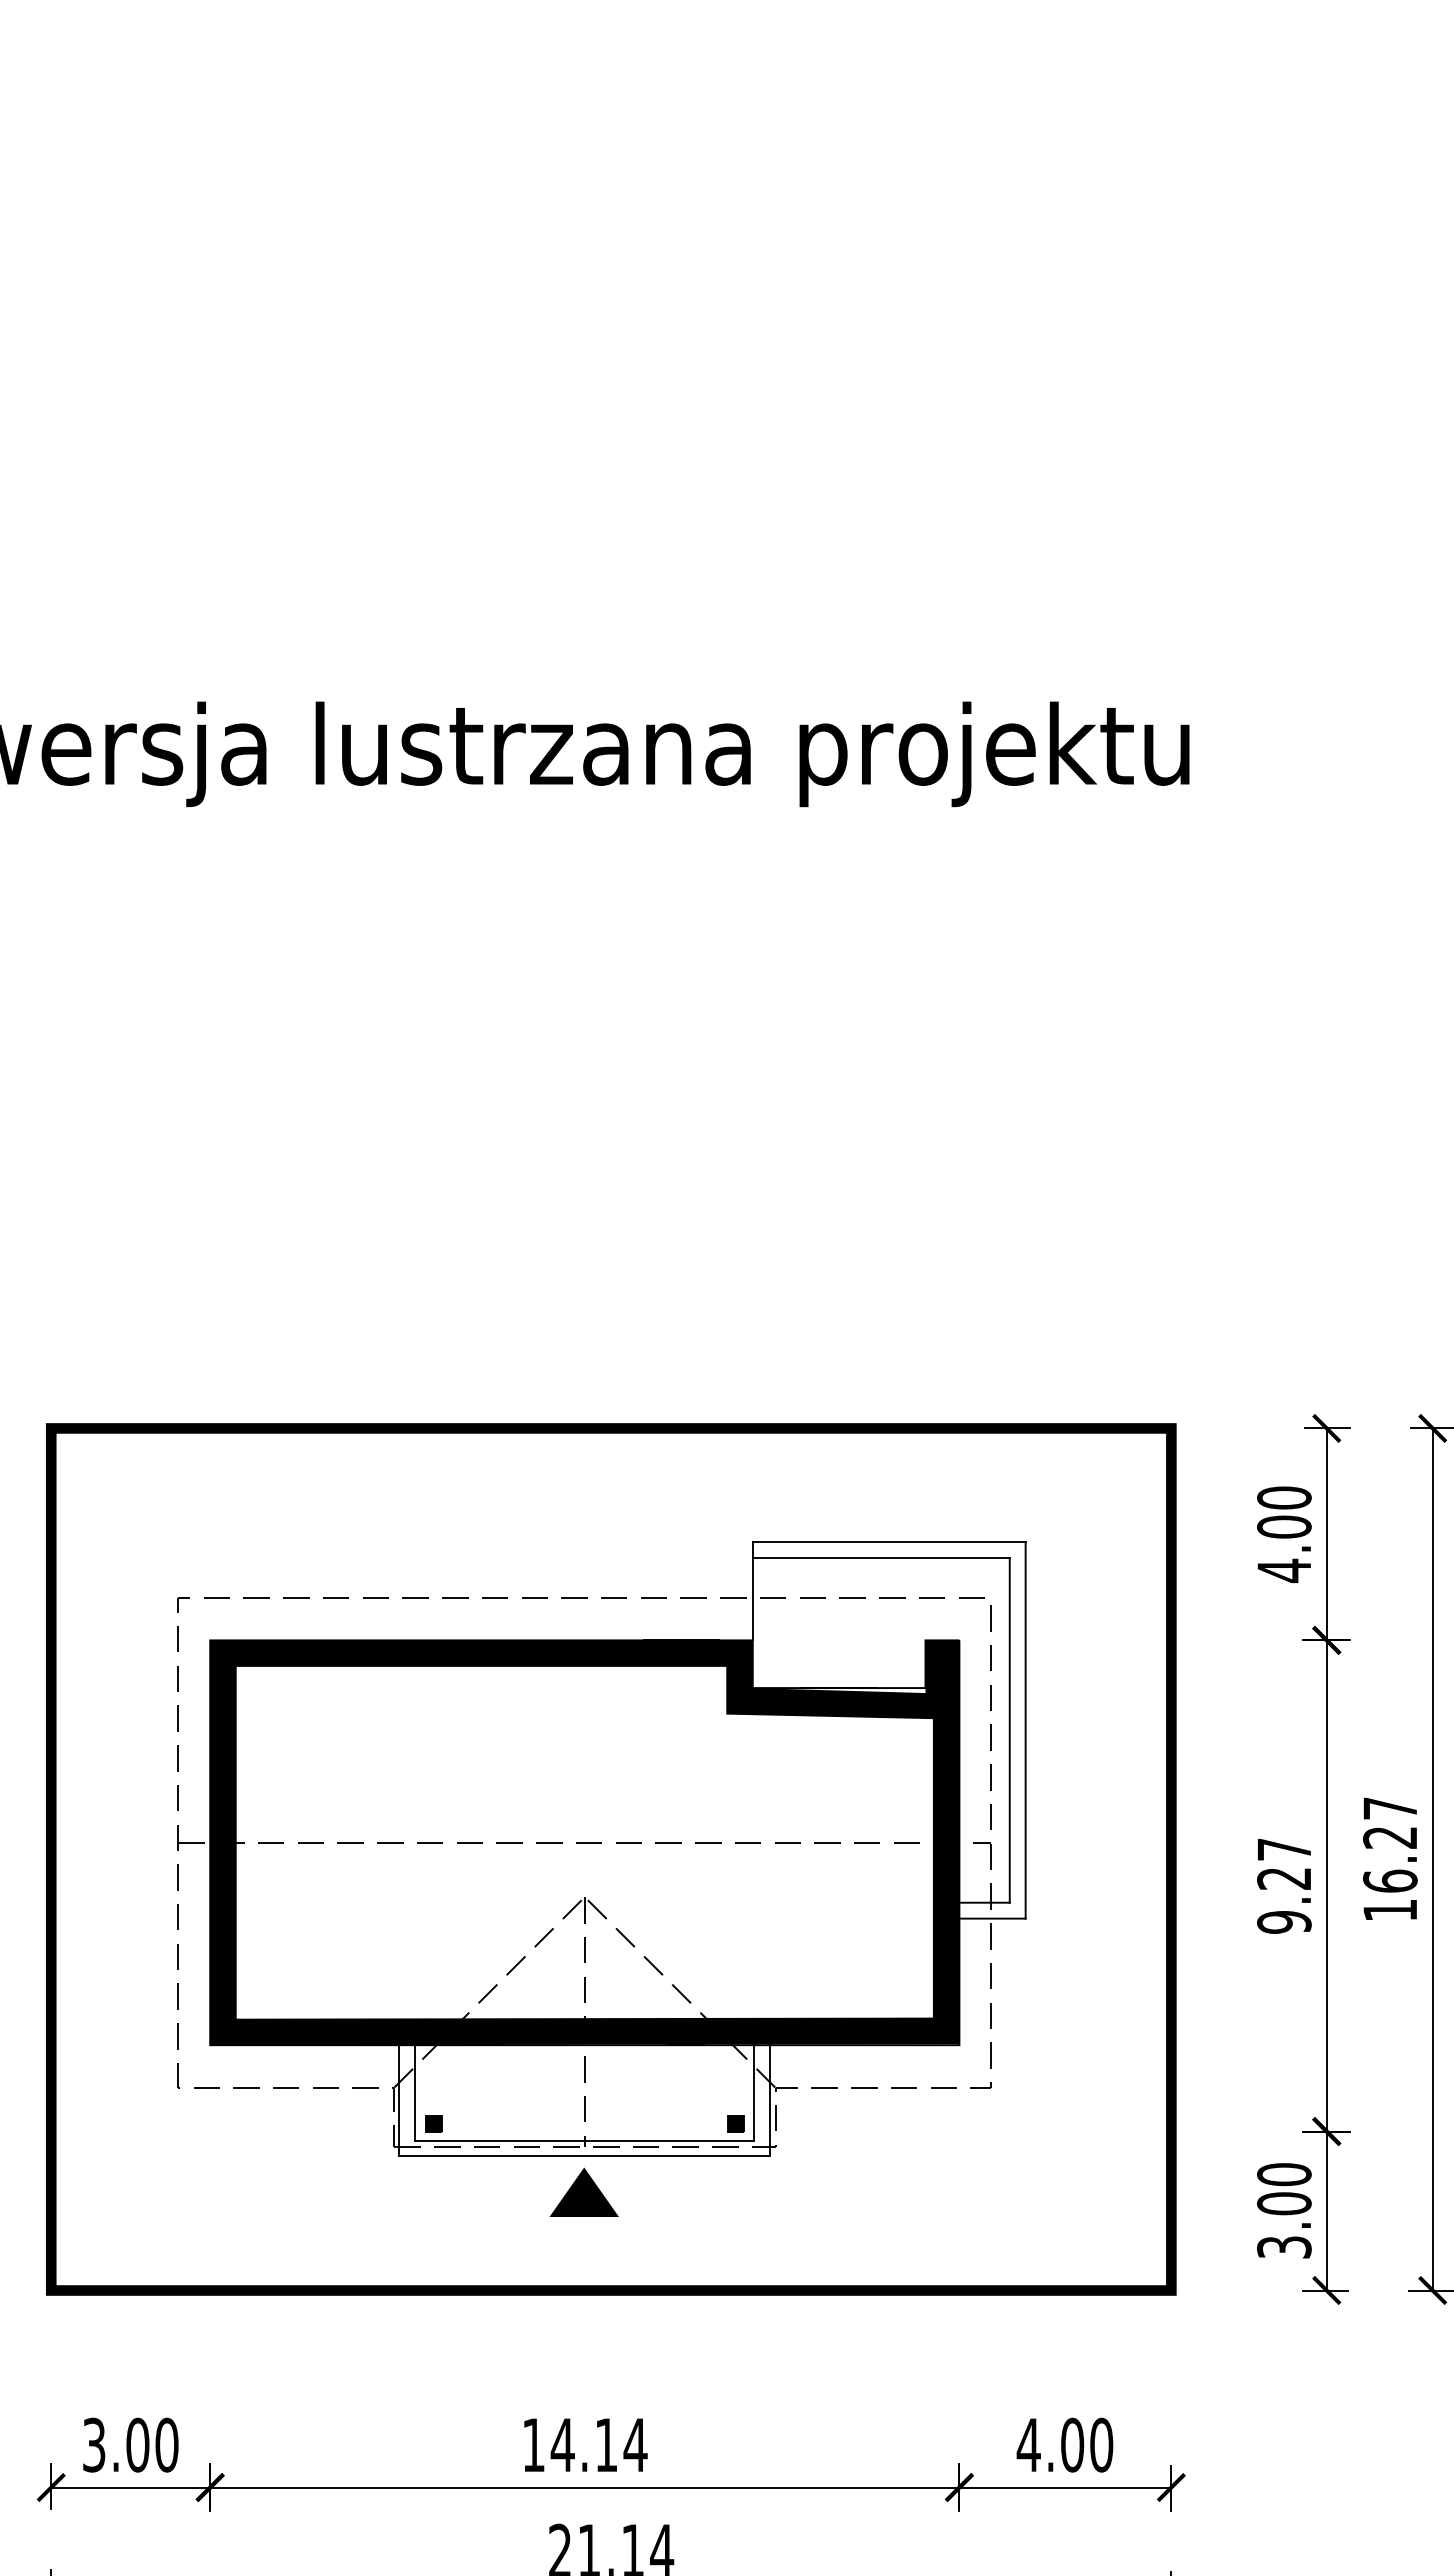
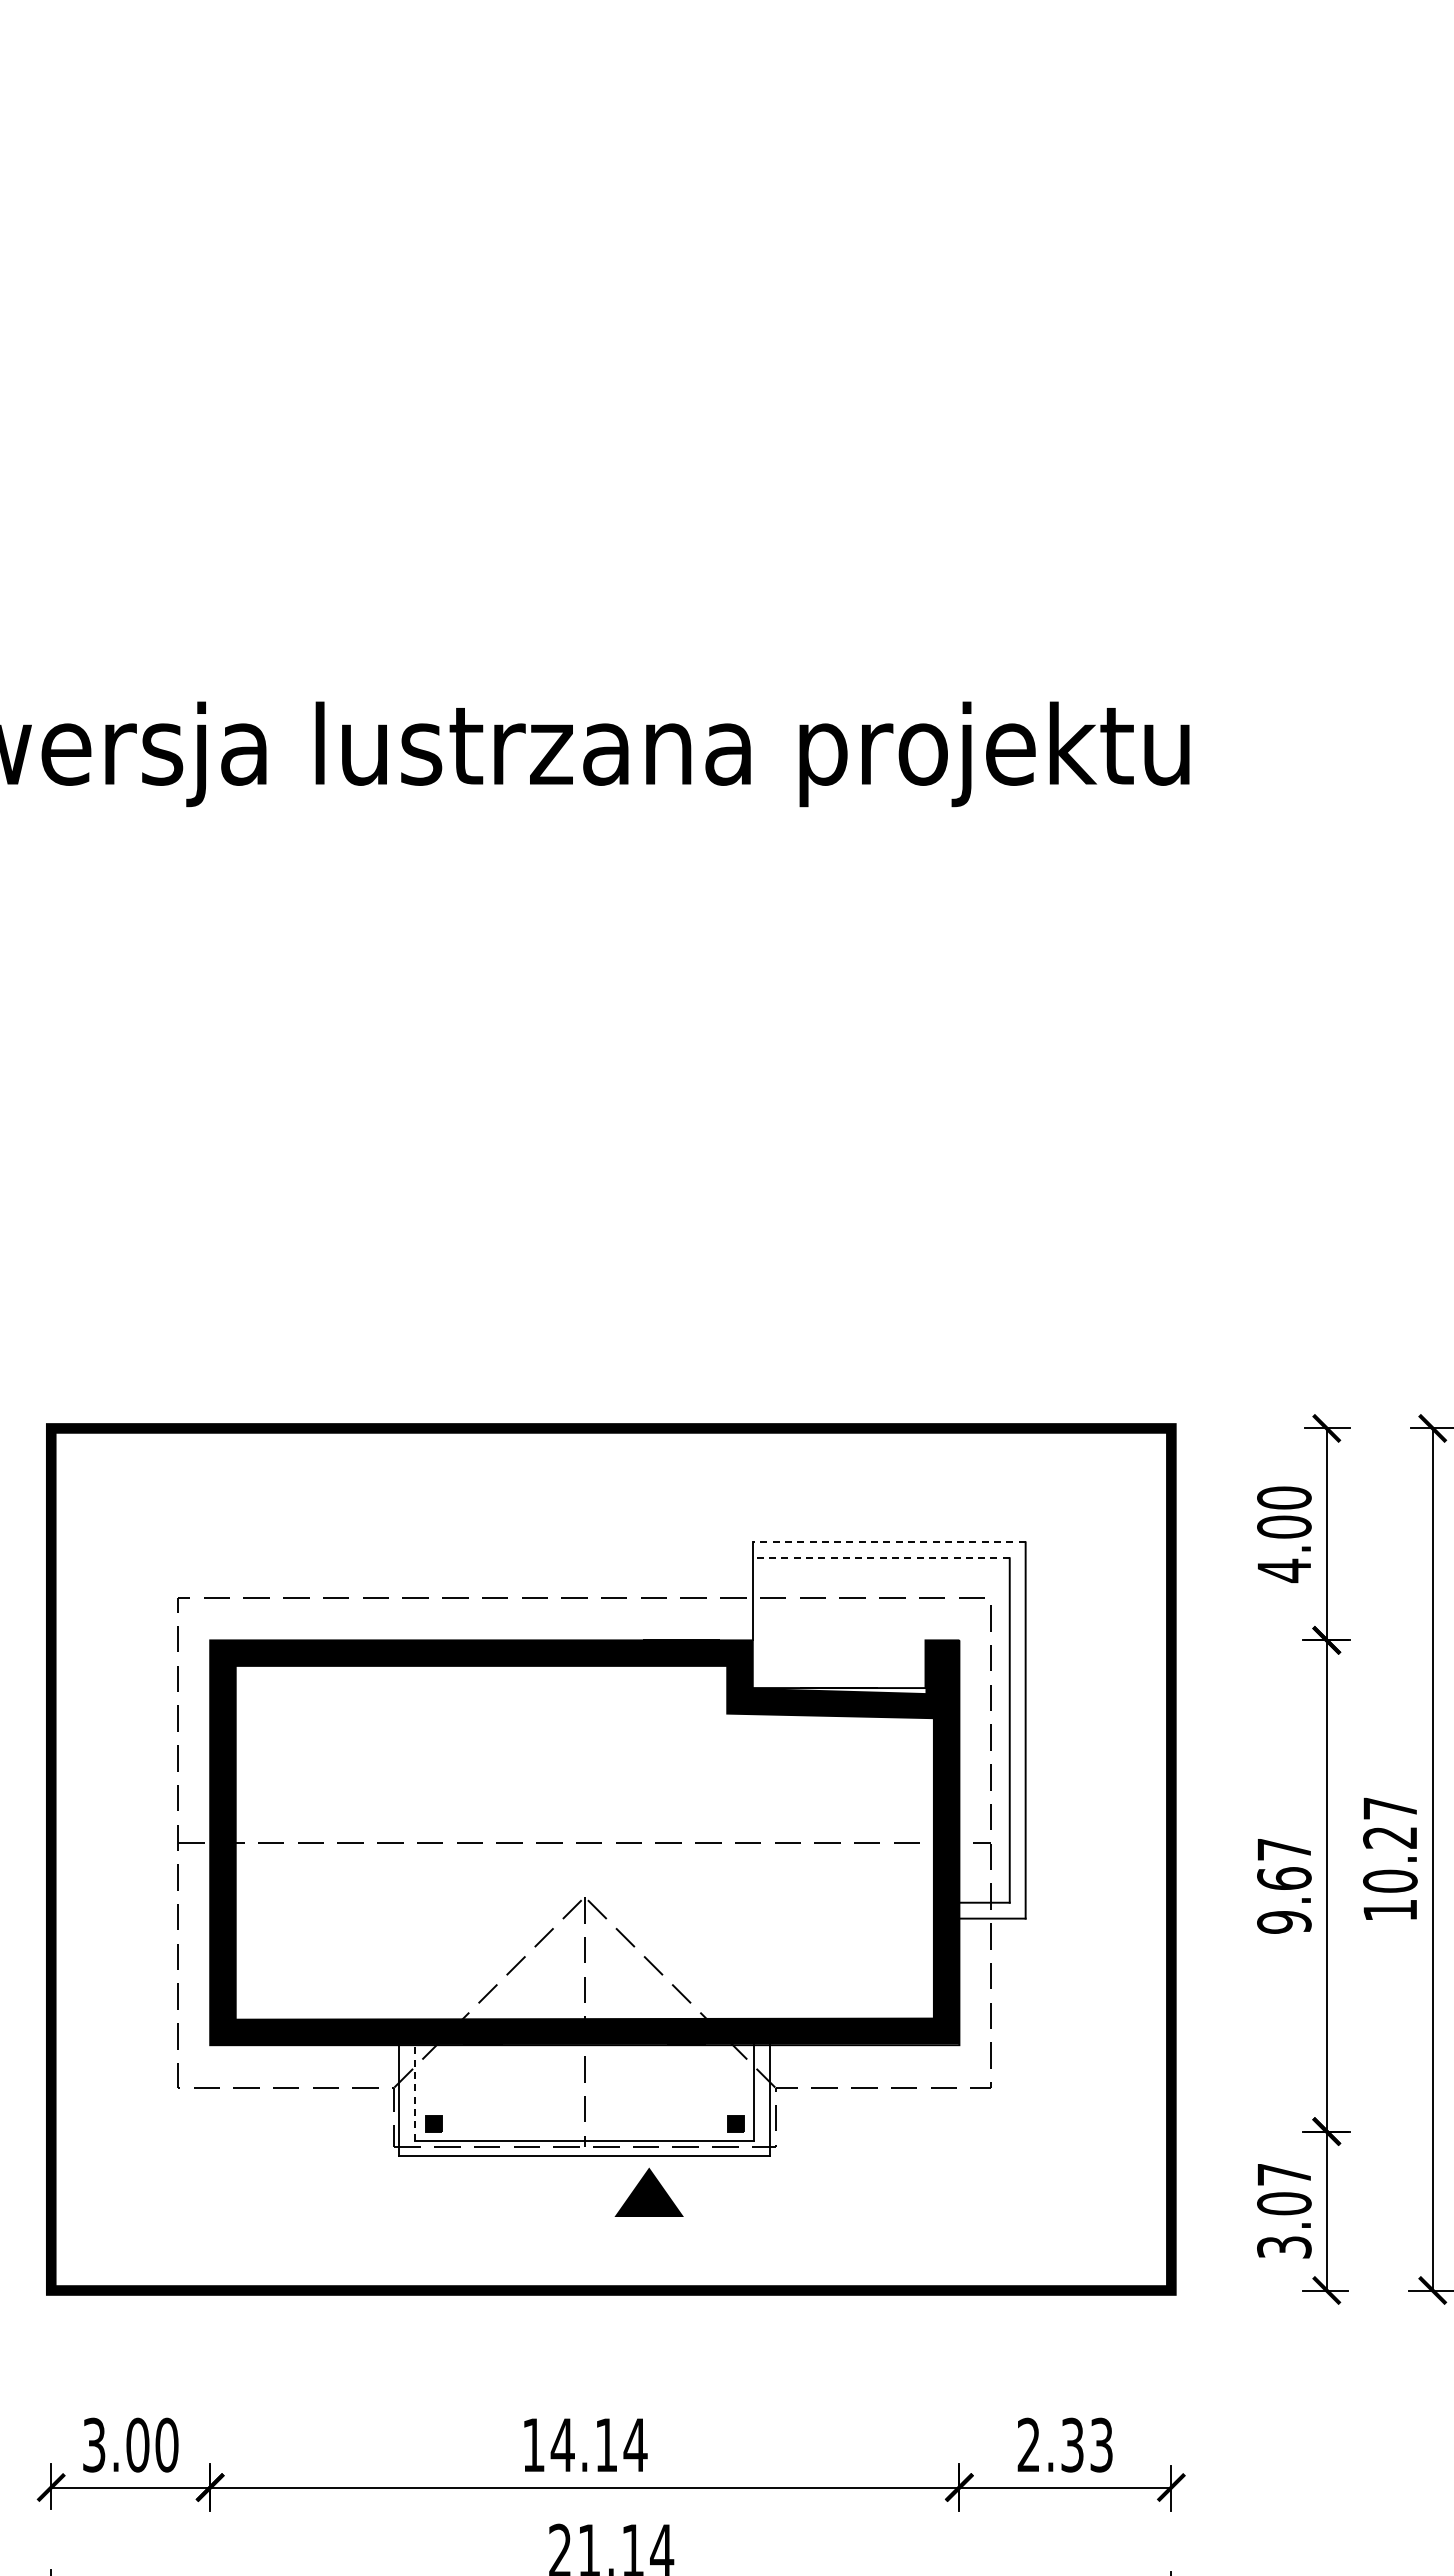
line at (888, 1542): solid -> dashed
line at (880, 1558): solid -> dashed
text at (1284, 1878): 9.27 -> 9.67
text at (1390, 1880): 16.27 -> 10.27
line at (415, 2092): solid -> dashed
text at (1284, 2174): 3.00 -> 3.07
part at (583, 2191) position: (583, 2191) -> (648, 2191)
text at (1064, 2444): 4.00 -> 2.33
